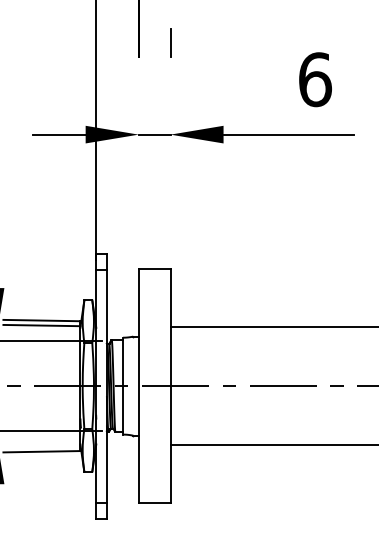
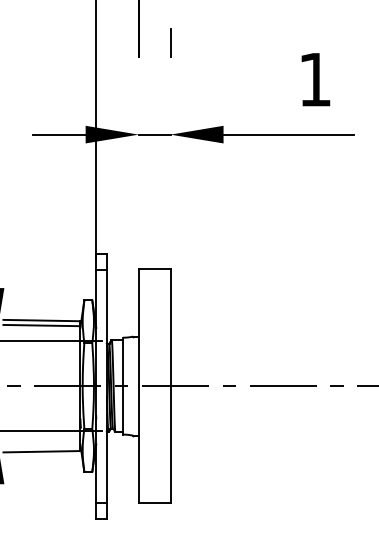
text at (315, 79): 6 -> 1
line at (272, 327): present -> none
line at (272, 445): present -> none
